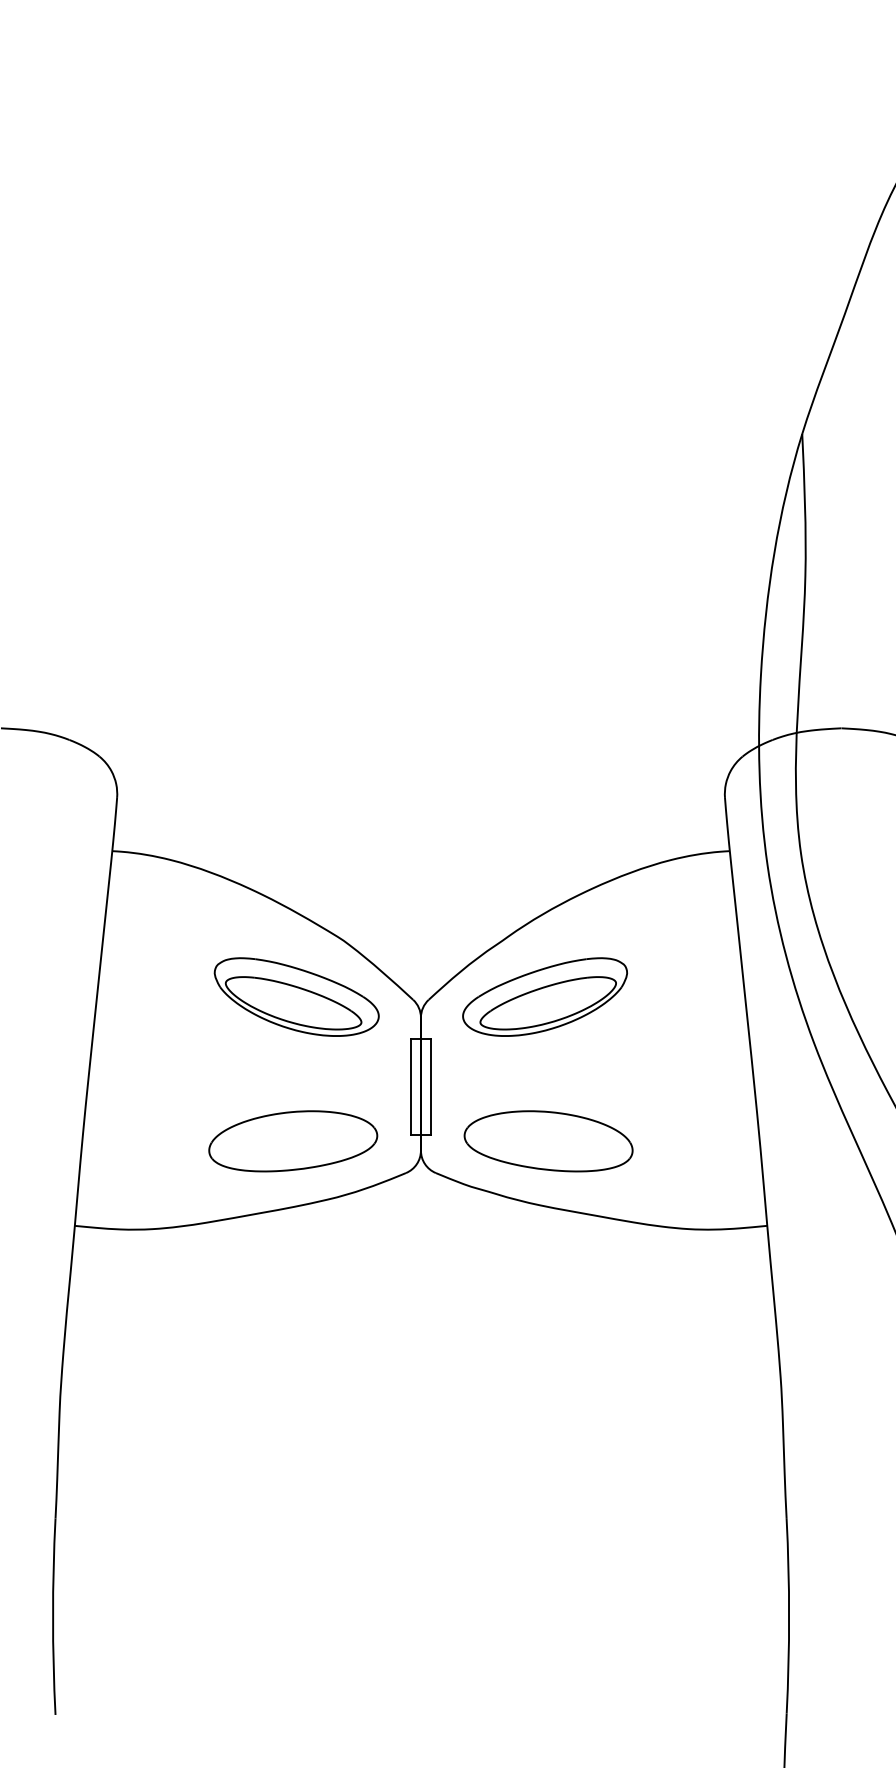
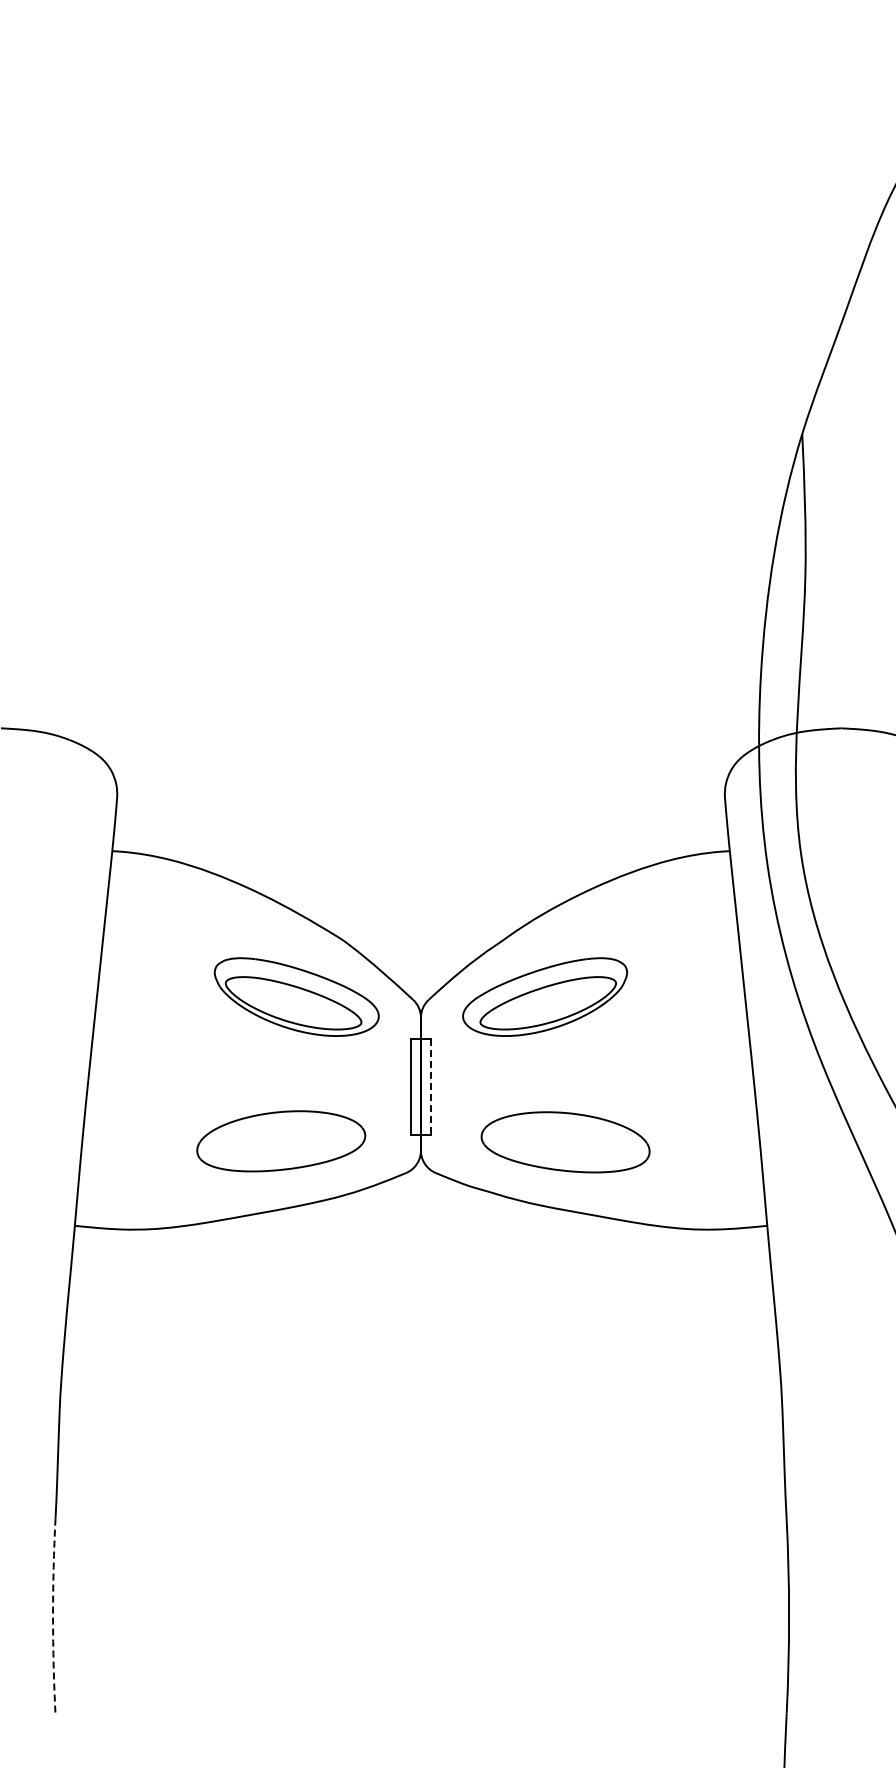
line at (430, 1087): solid -> dashed
part at (293, 1141) position: (293, 1141) -> (281, 1141)
part at (548, 1141) position: (548, 1141) -> (565, 1142)
arc at (53, 1616): solid -> dashed
